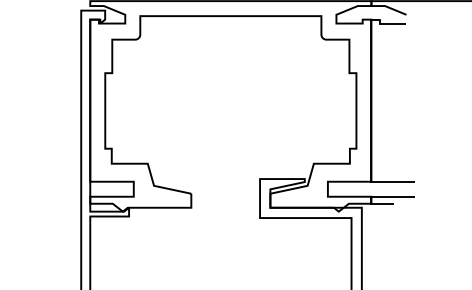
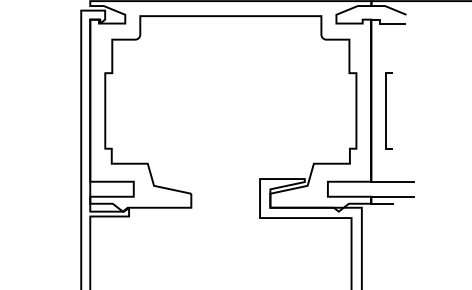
line at (386, 110): none -> present
